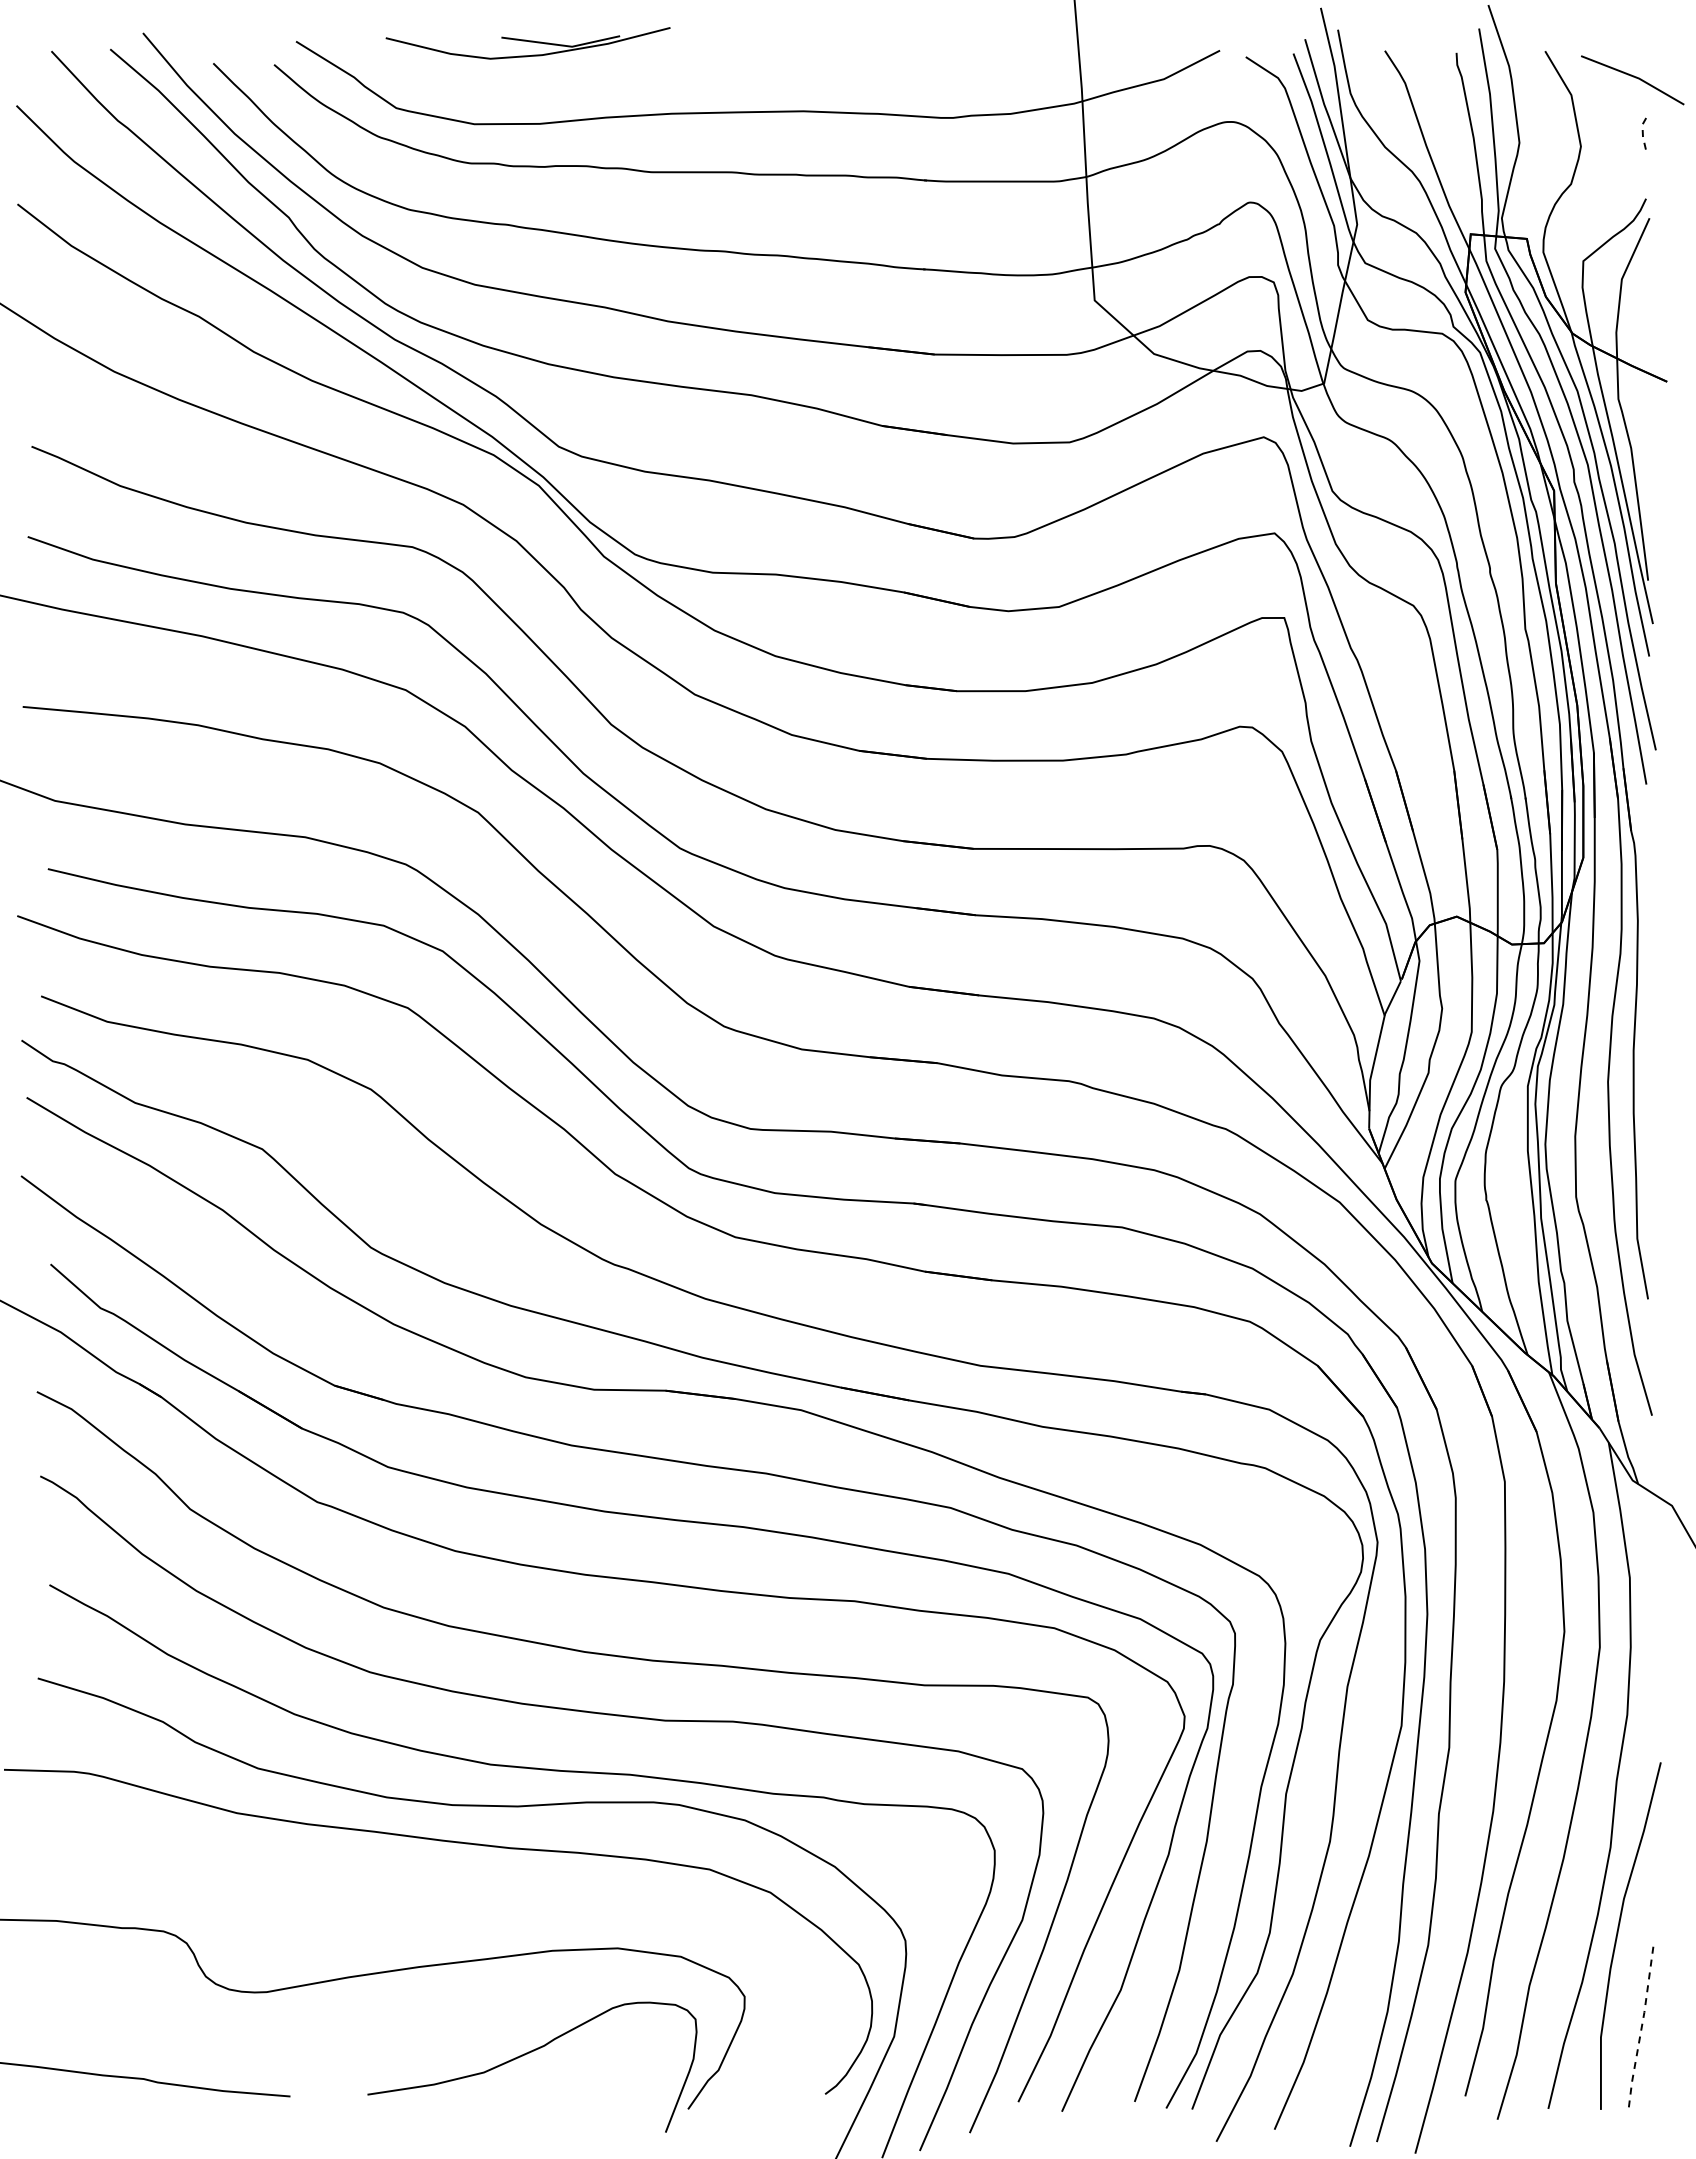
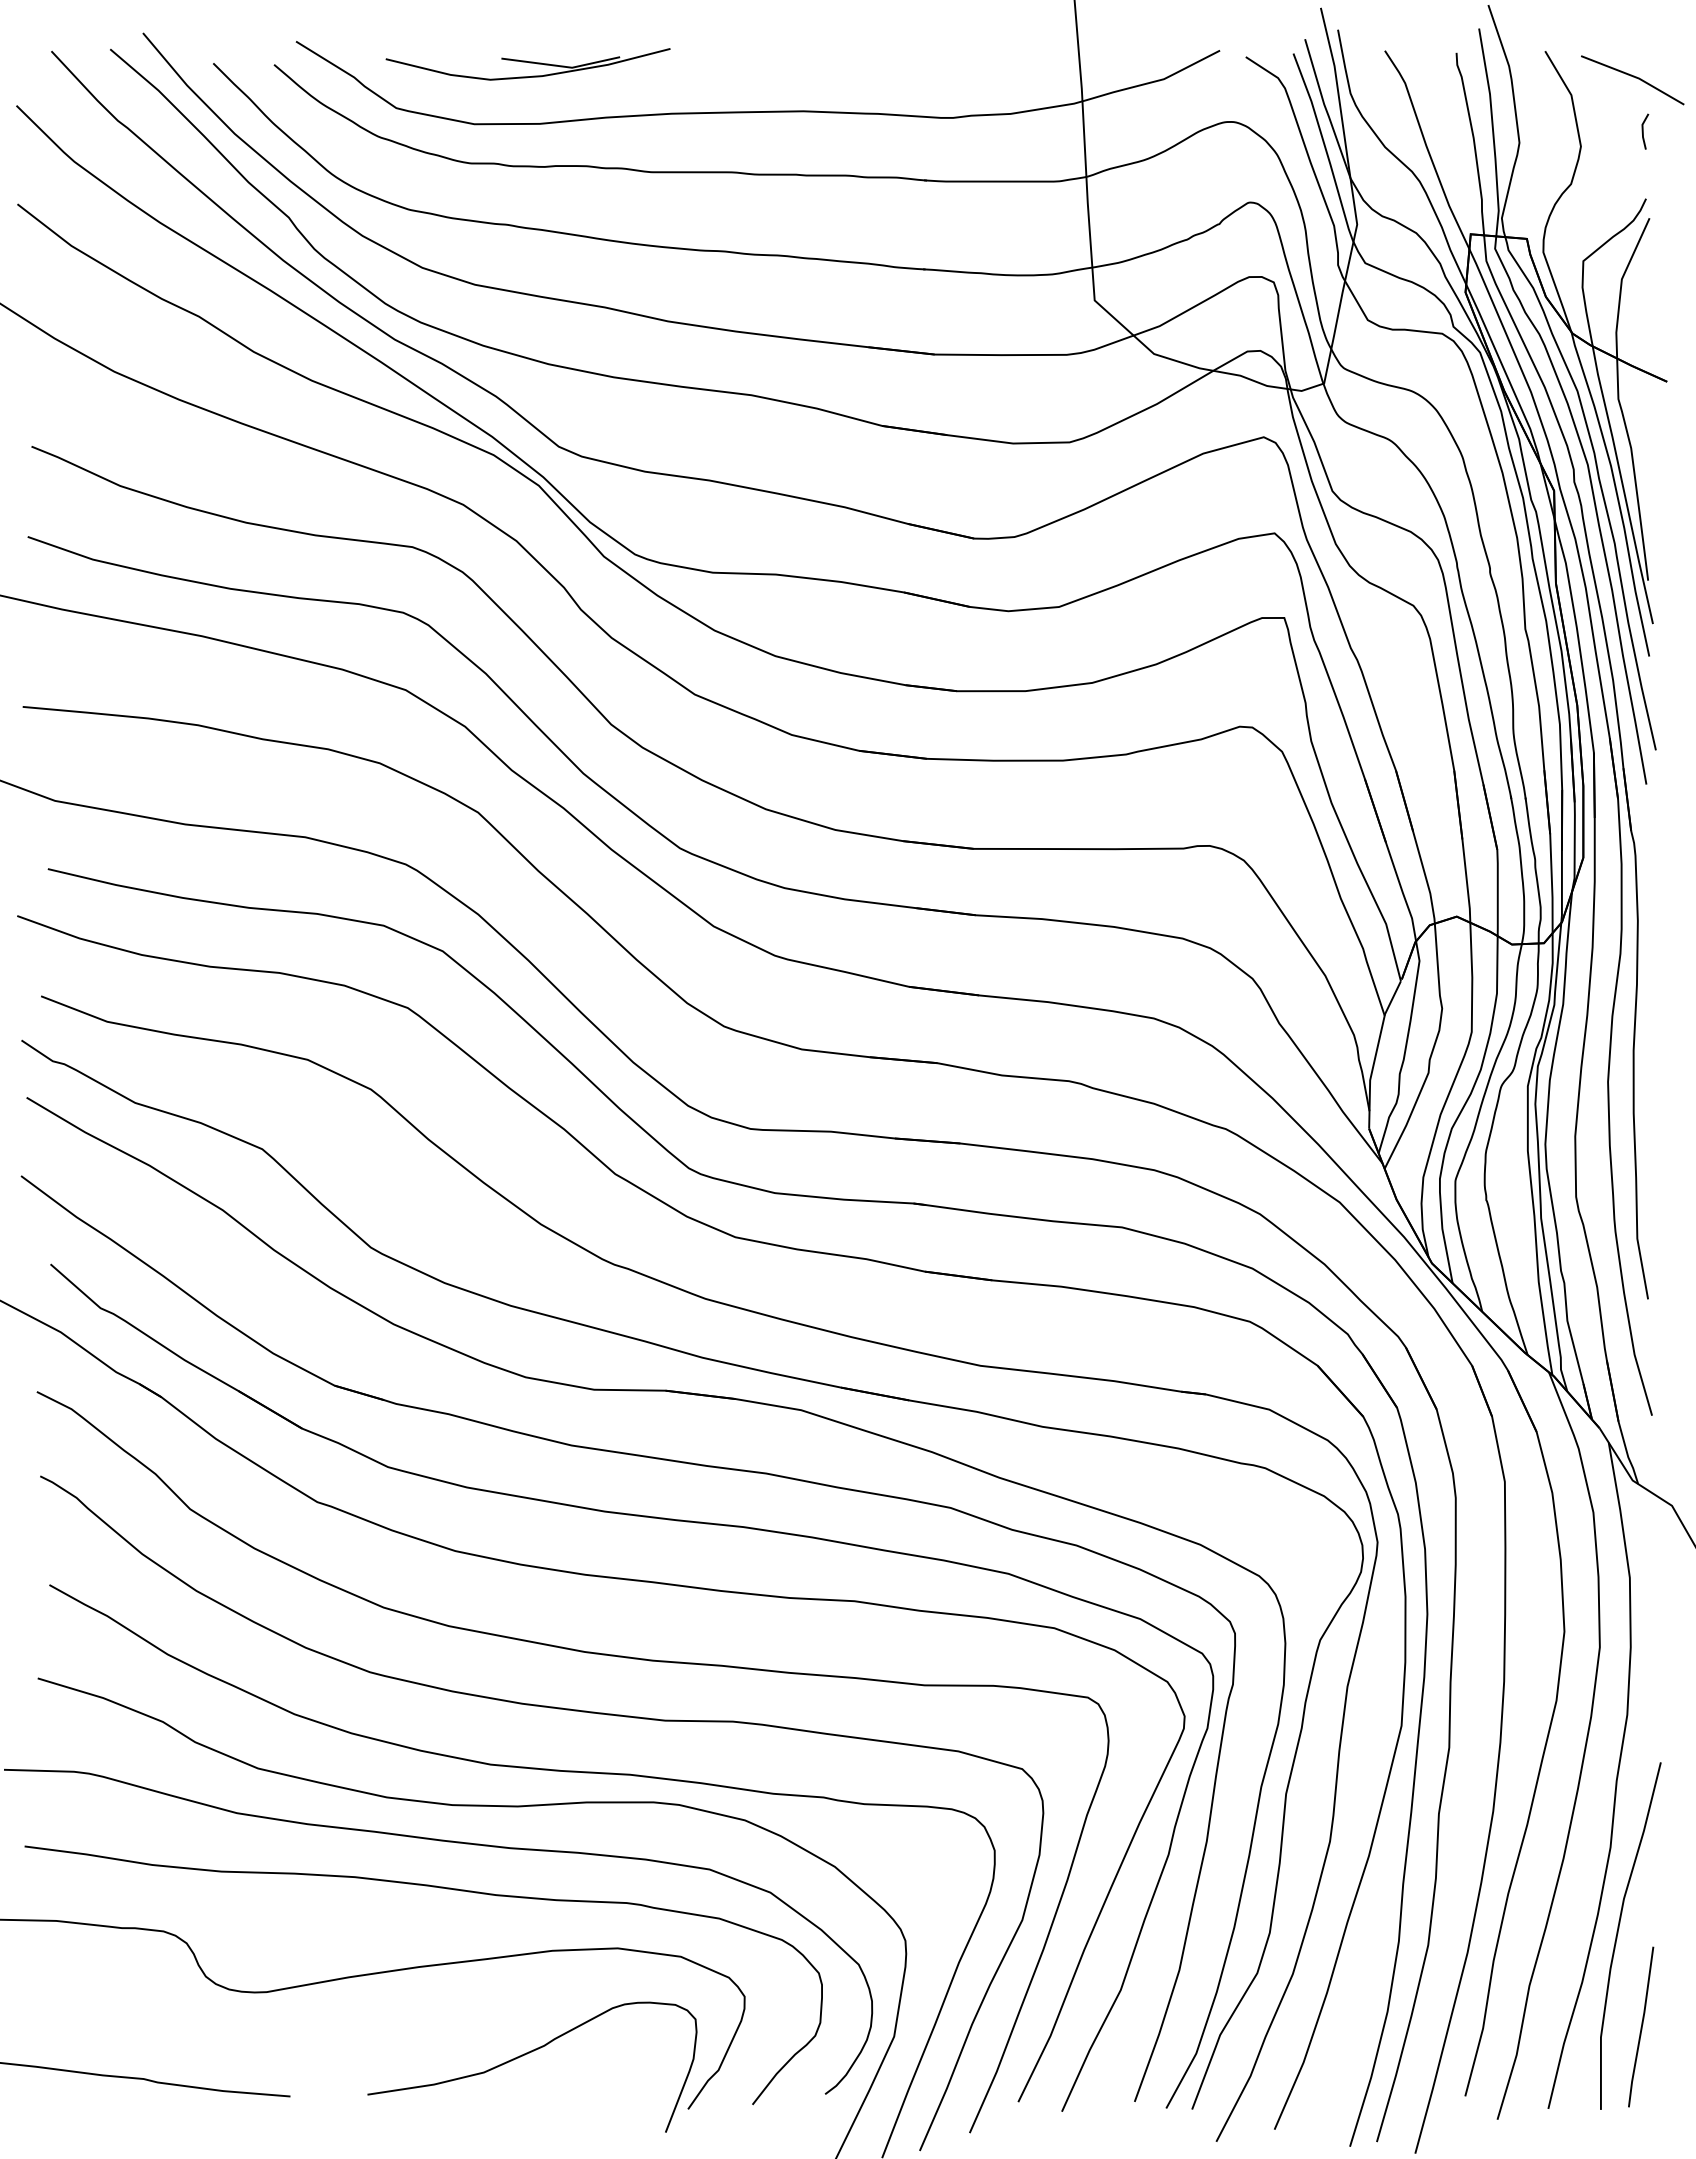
part at (527, 43) position: (527, 43) -> (527, 64)
line at (1642, 130): dashed -> solid
curve at (432, 1887): none -> present
line at (1641, 2027): dashed -> solid
